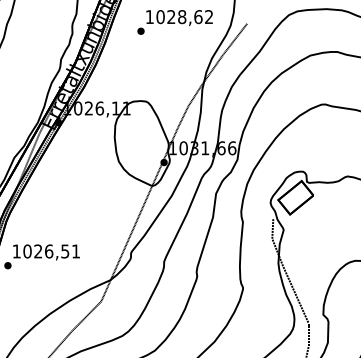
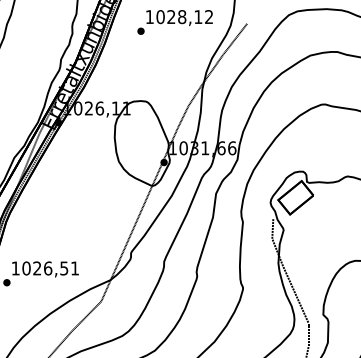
text at (198, 17): 1028,62 -> 1028,12
text at (41, 256) position: (41, 256) -> (40, 273)
